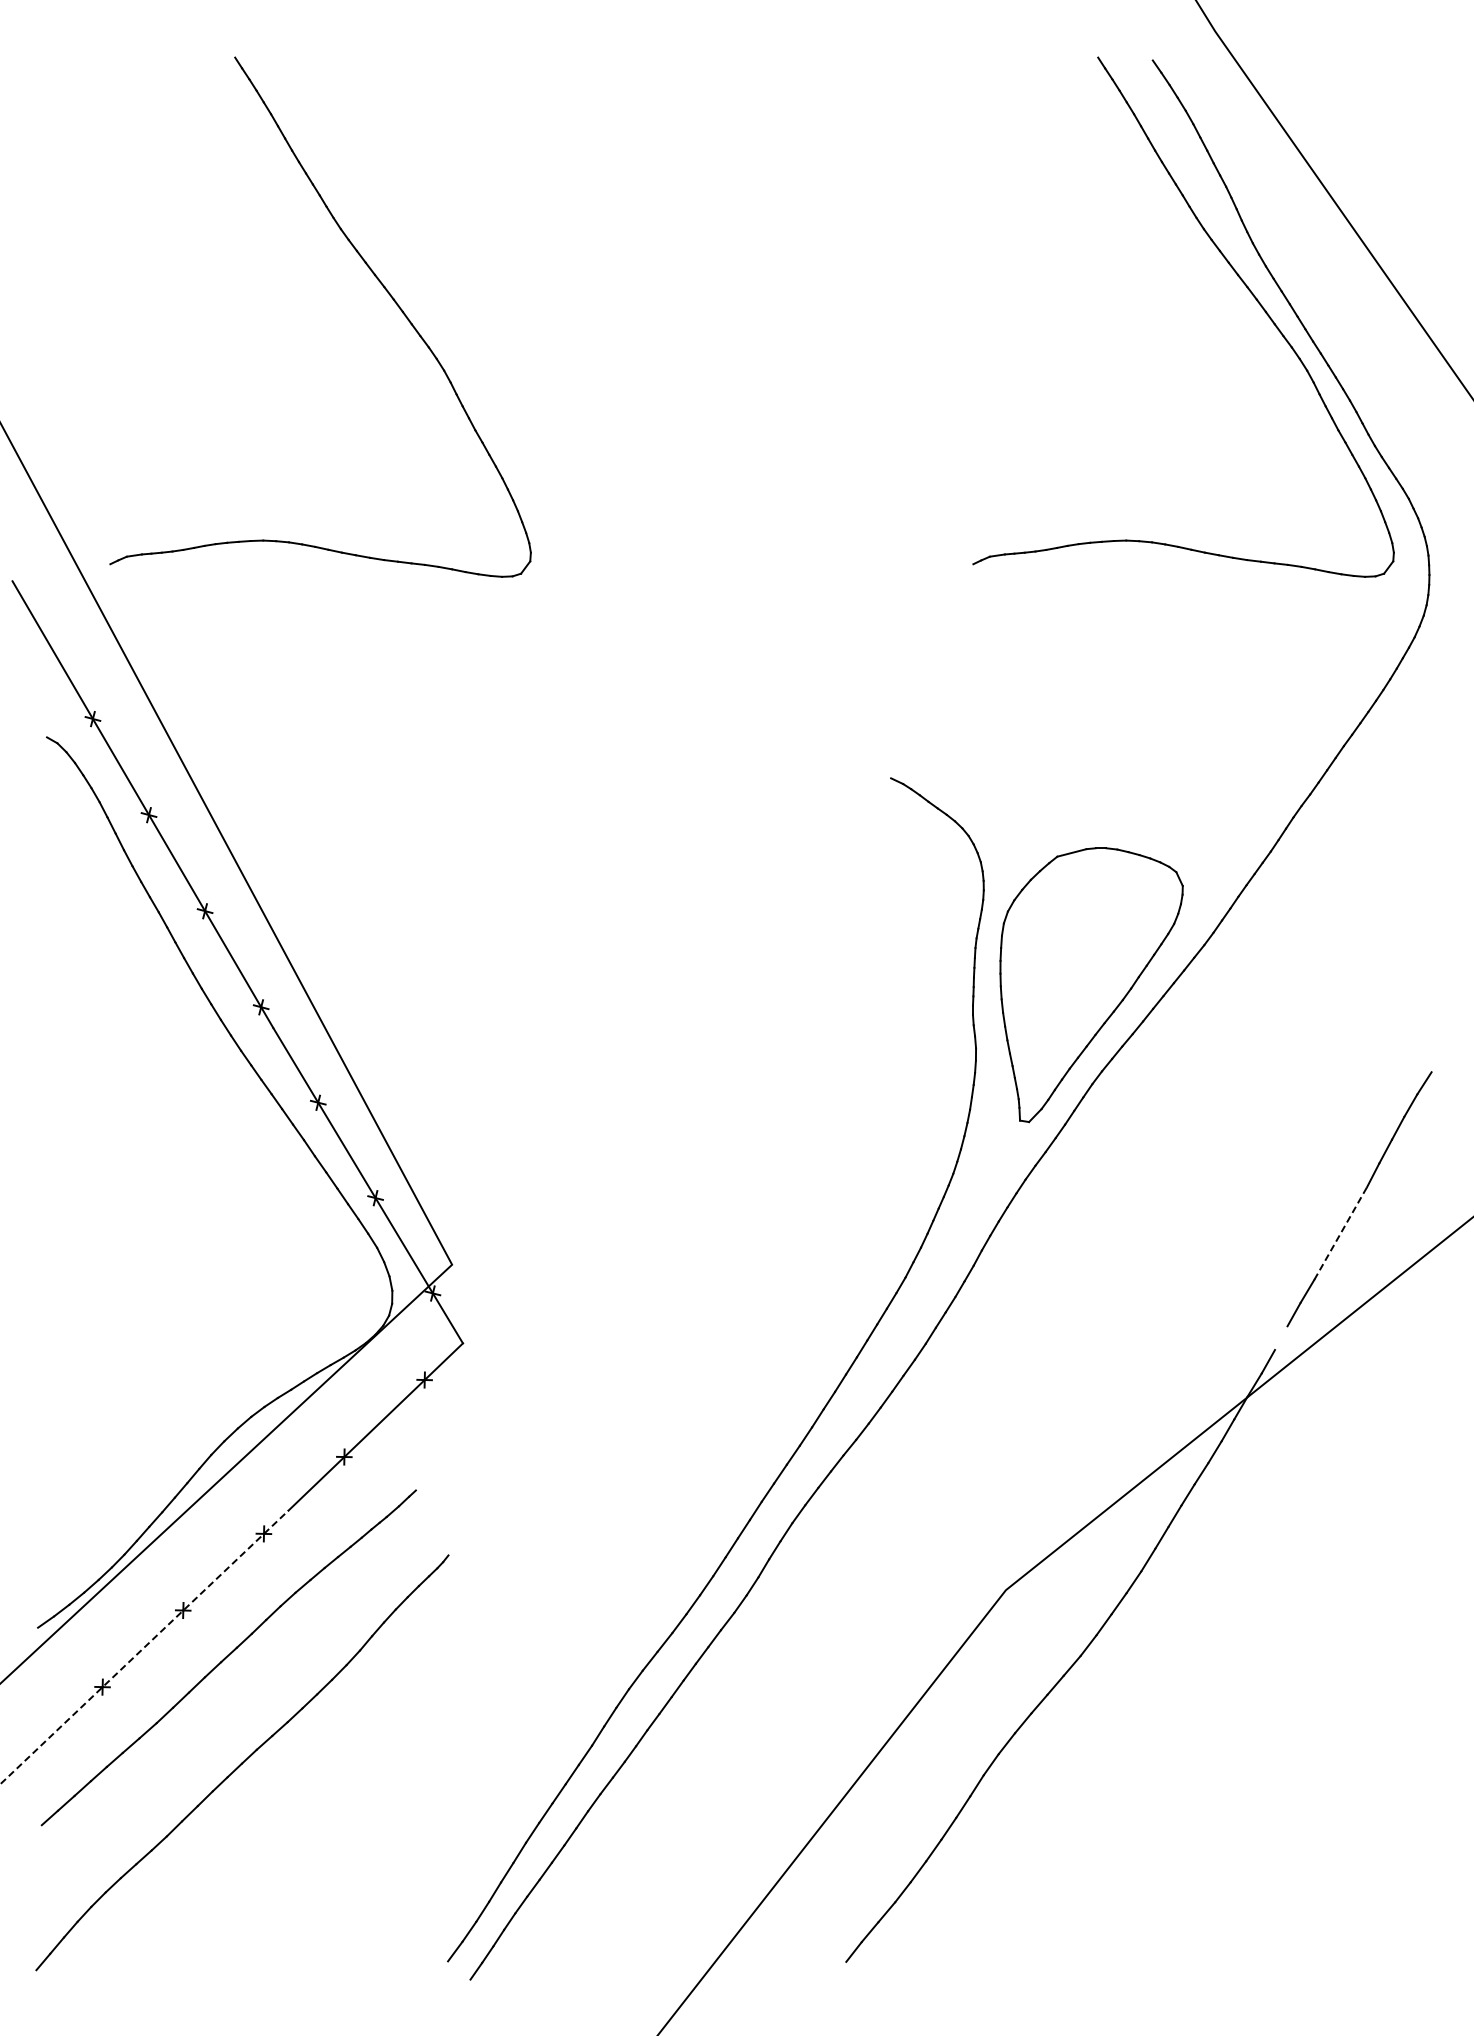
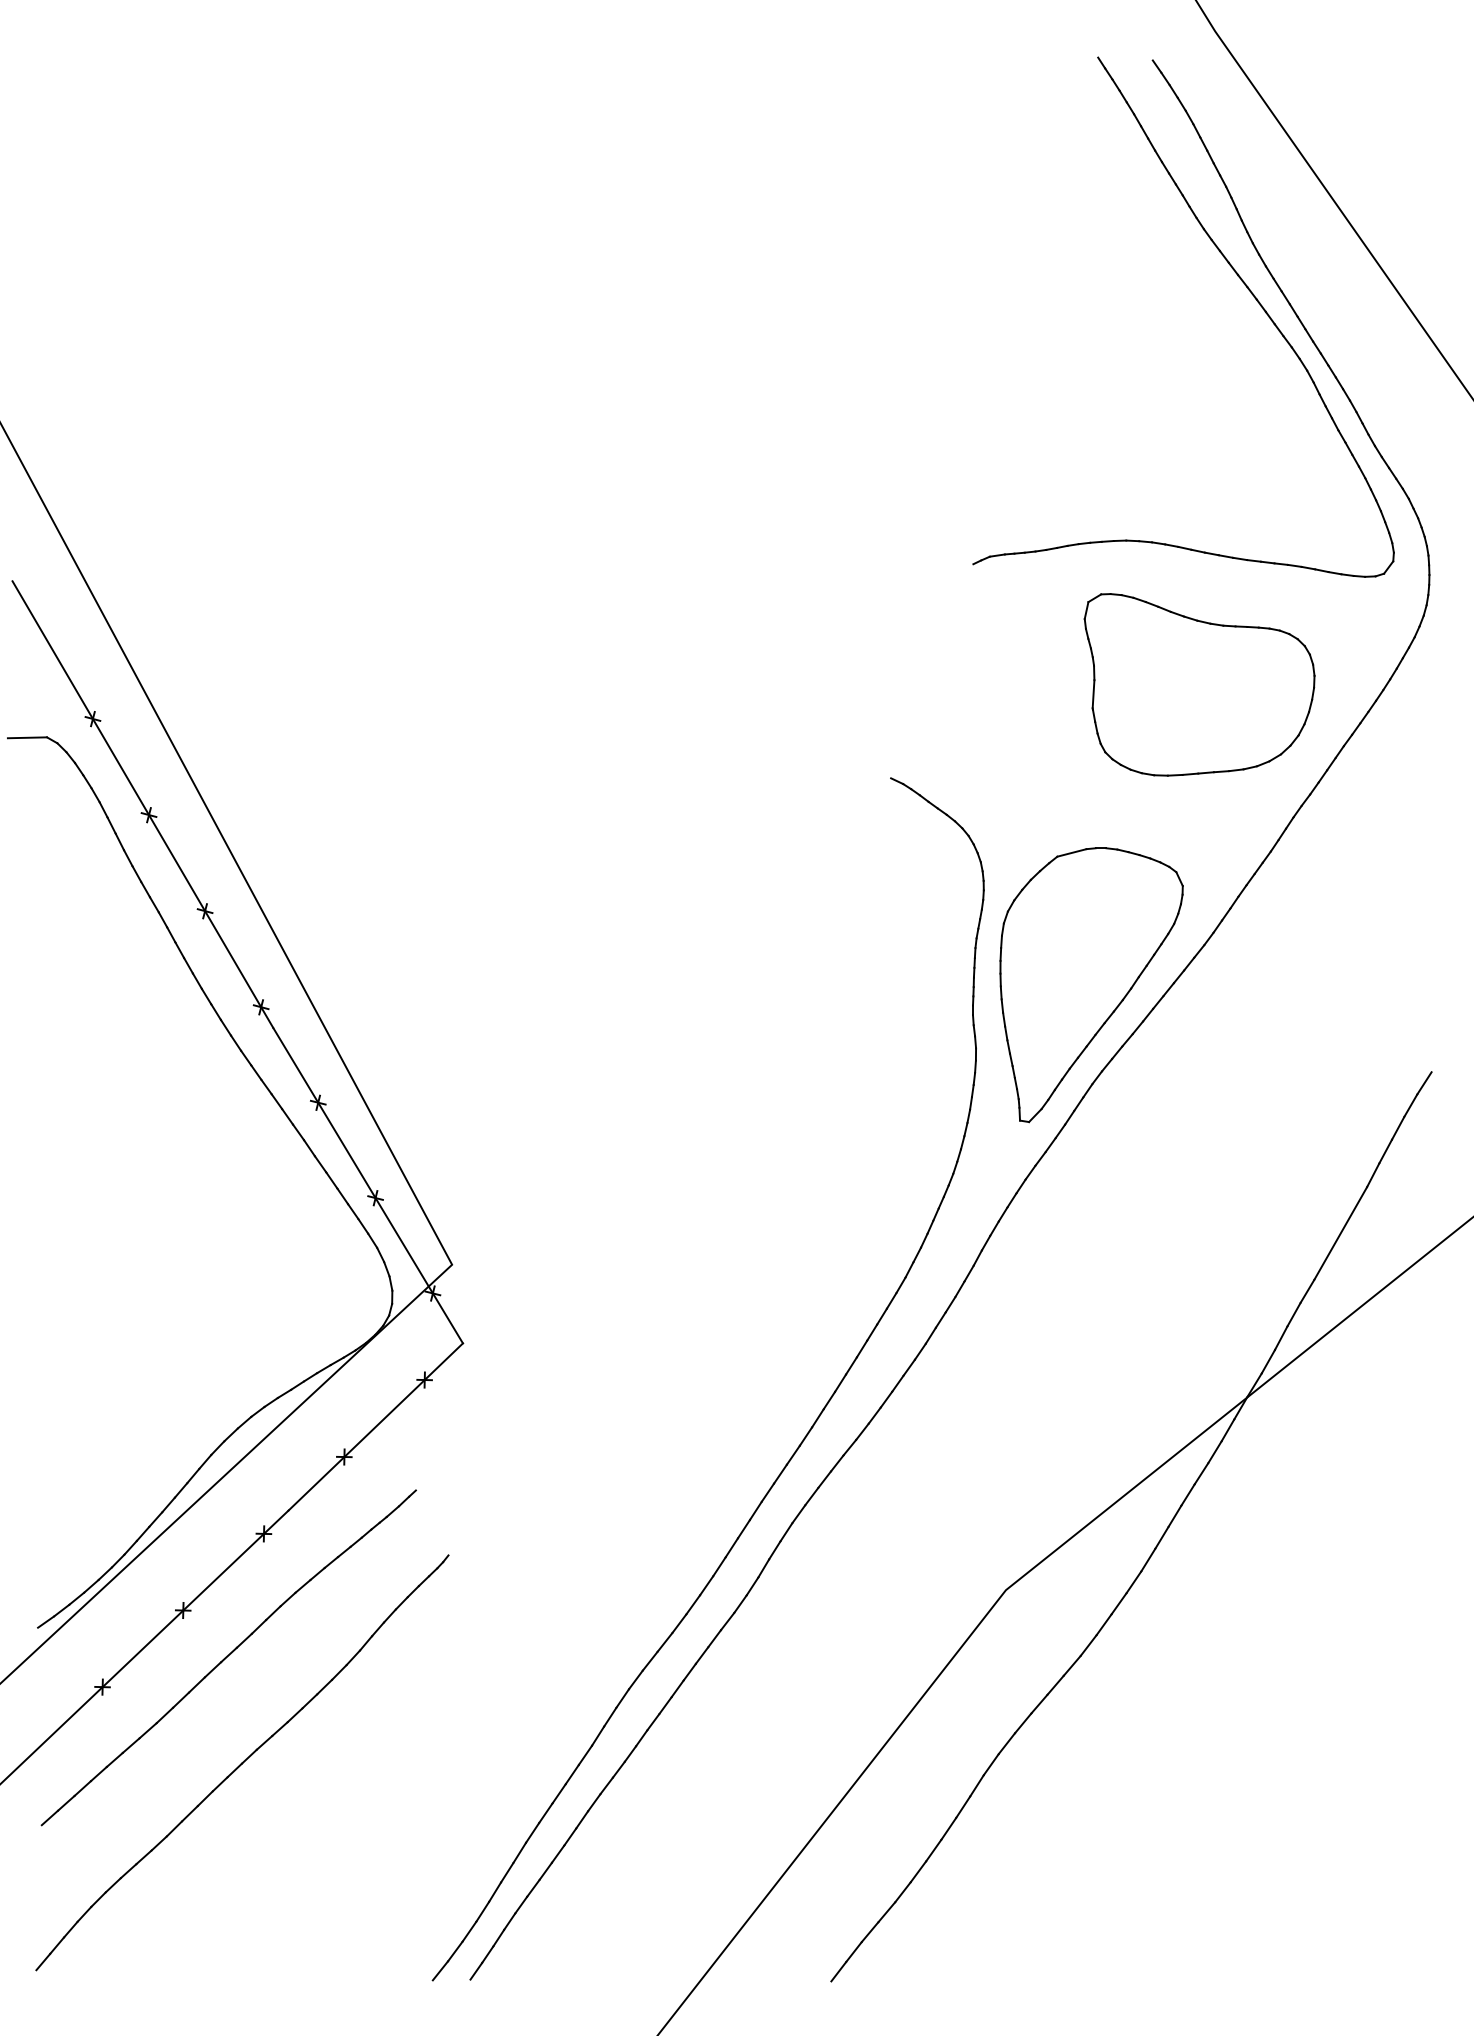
part at (374, 276): present -> none
part at (1199, 684): none -> present
line at (27, 737): none -> present
line at (1341, 1233): dashed -> solid
line at (1281, 1337): none -> present
line at (144, 1647): dashed -> solid
line at (440, 1970): none -> present
line at (838, 1971): none -> present
